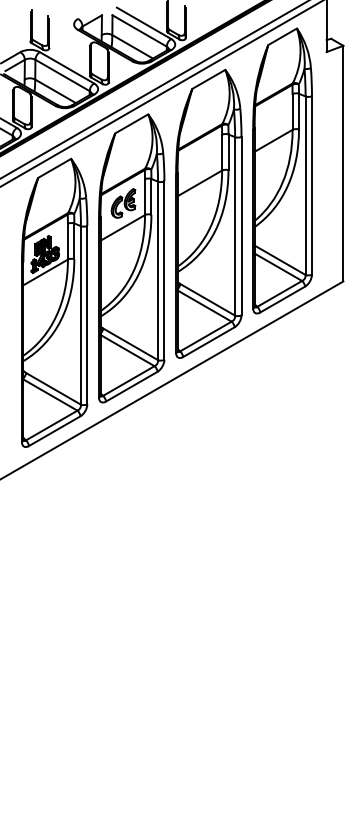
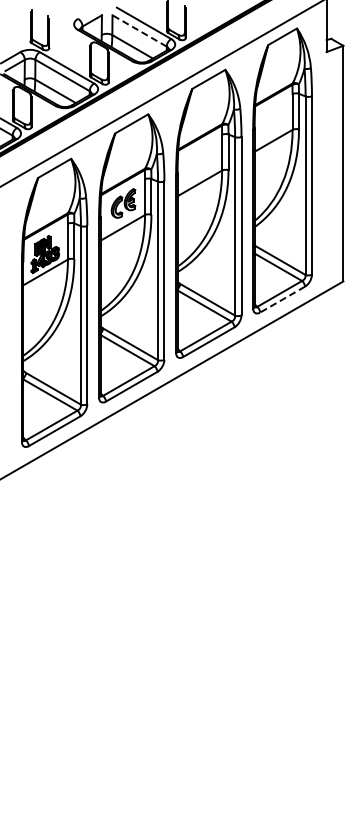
line at (139, 30): solid -> dashed
line at (153, 89): present -> none
line at (282, 299): solid -> dashed
